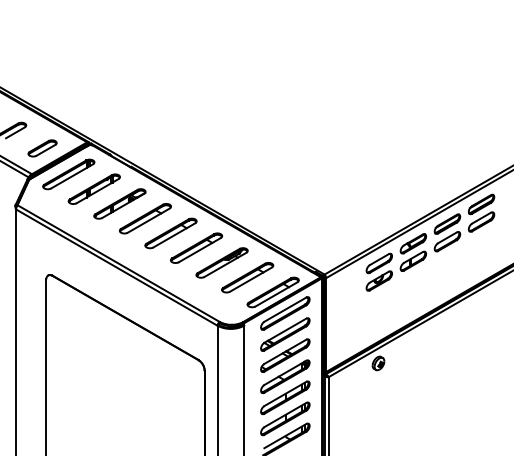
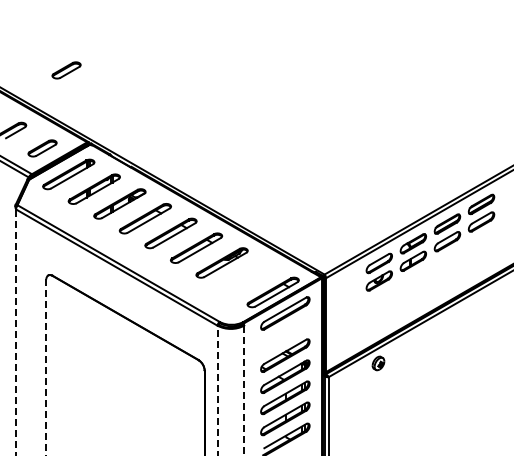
part at (66, 70): none -> present
part at (247, 277): present -> none
line at (16, 332): solid -> dashed
part at (285, 334): present -> none
line at (46, 367): solid -> dashed
line at (217, 390): solid -> dashed
line at (244, 390): solid -> dashed
